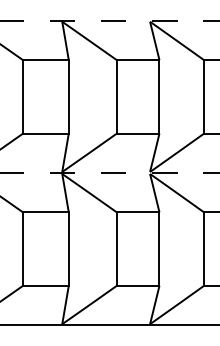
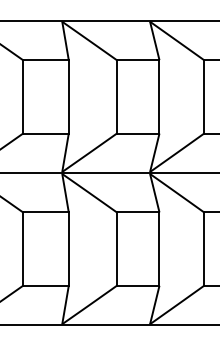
line at (109, 20): dashed -> solid
line at (109, 172): dashed -> solid
